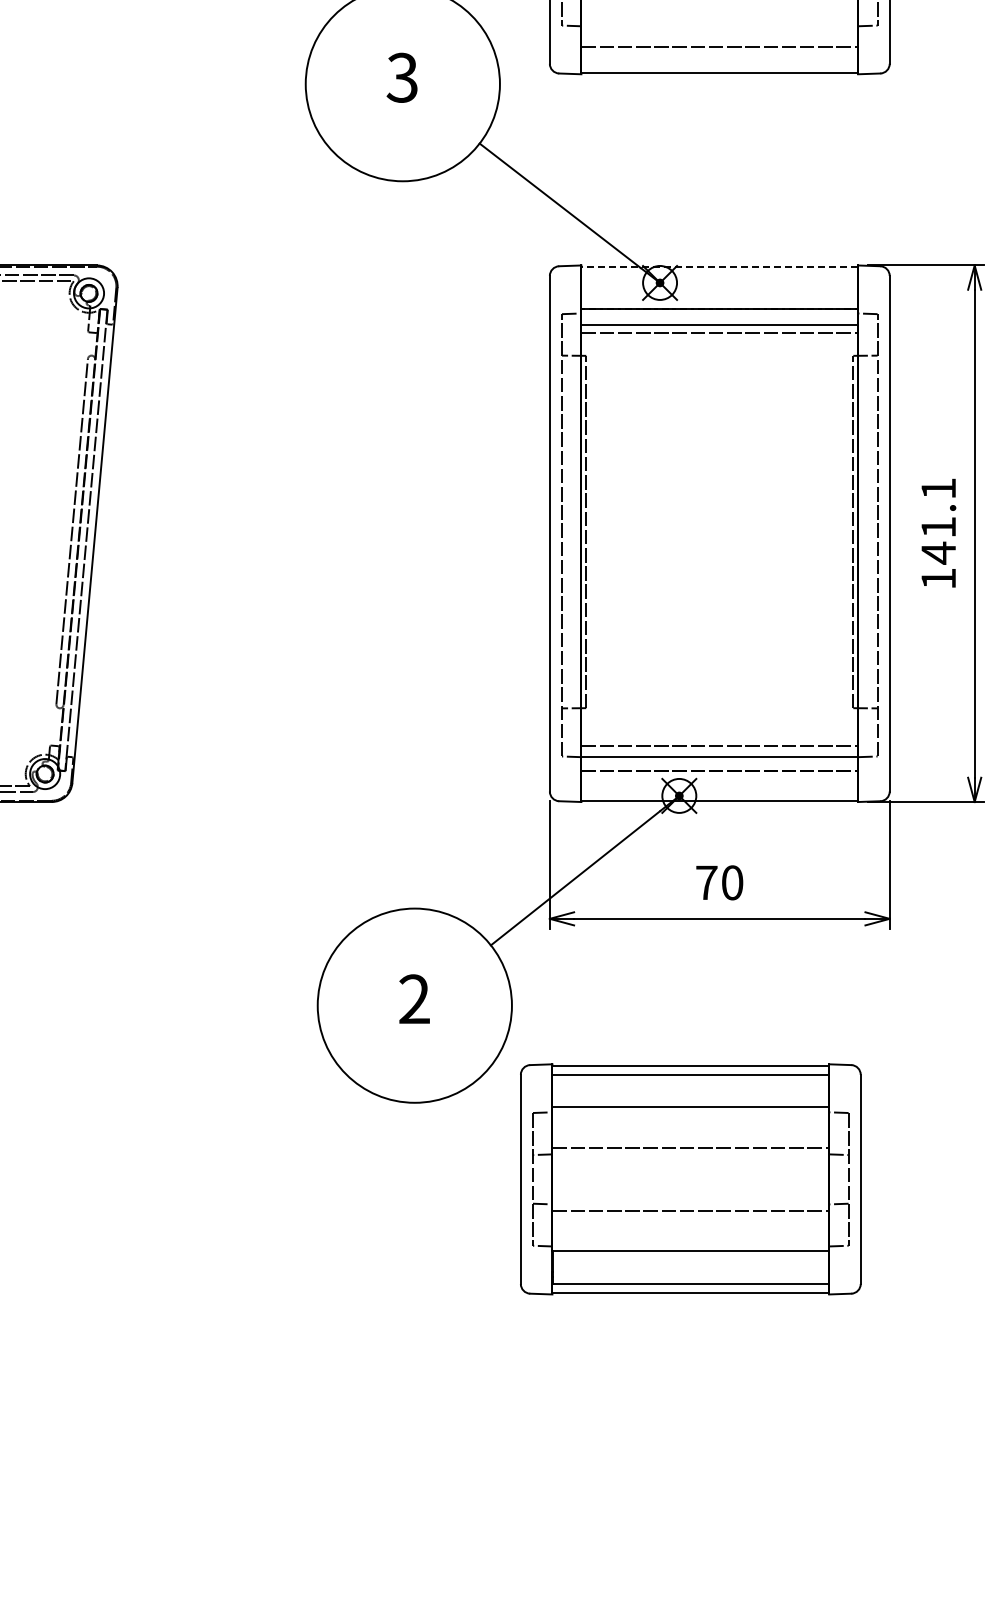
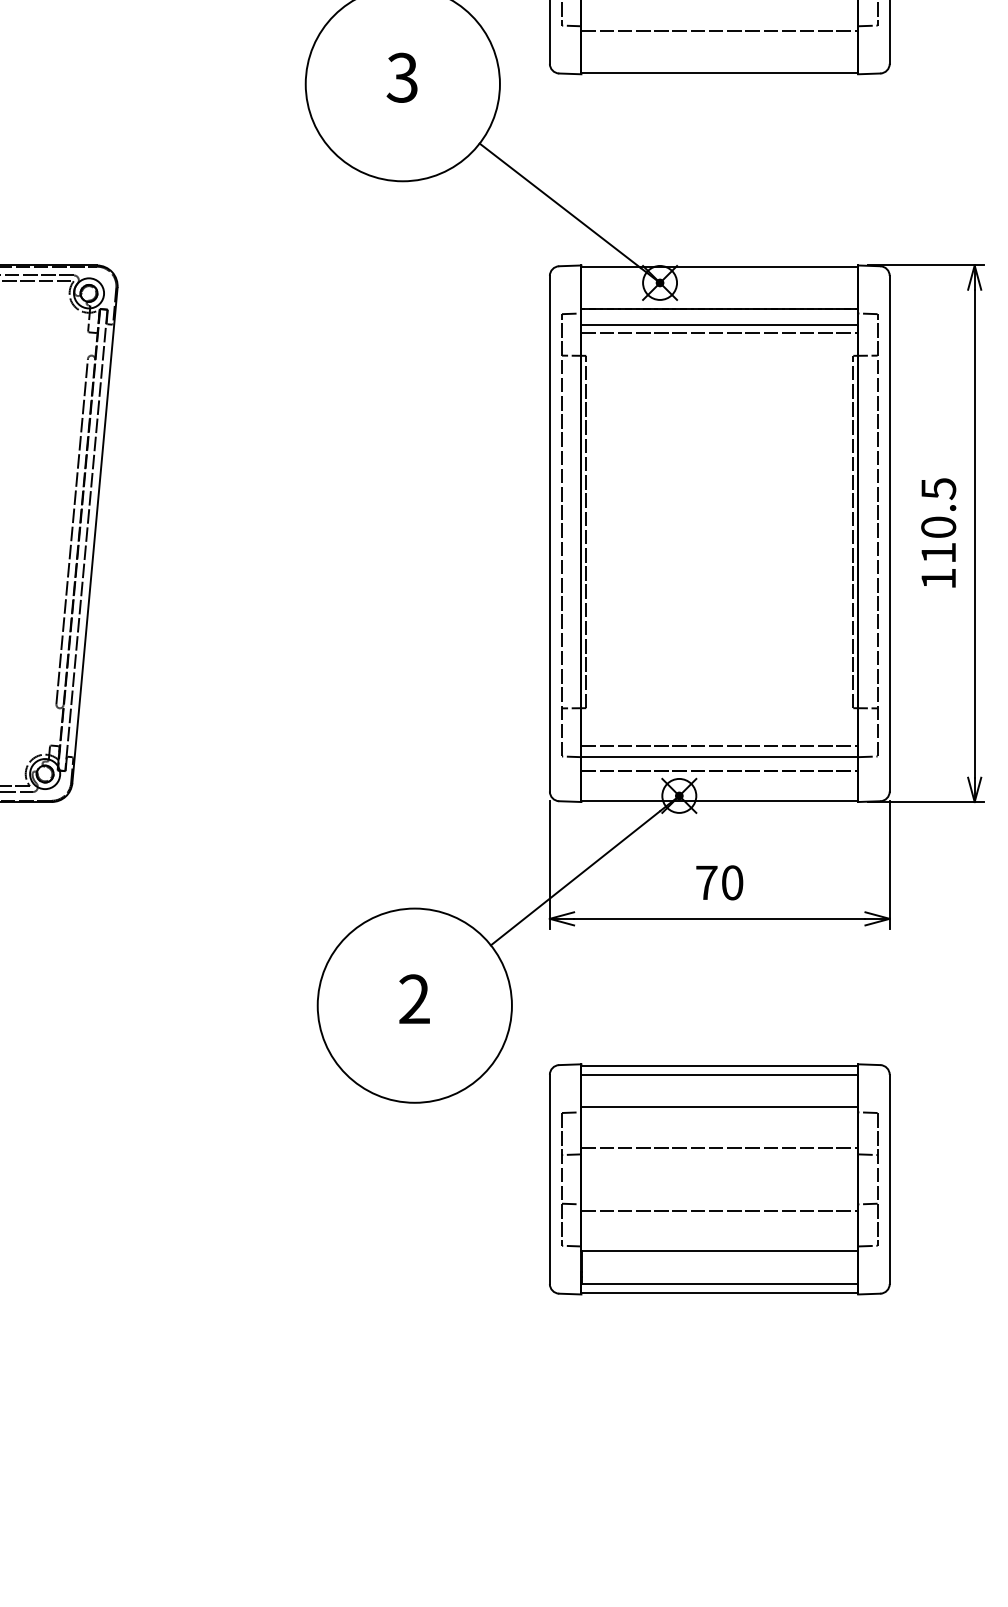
line at (719, 47) position: (719, 47) -> (719, 31)
line at (719, 266): dashed -> solid
text at (938, 521): 141.1 -> 110.5
part at (690, 1179) position: (690, 1179) -> (719, 1179)
